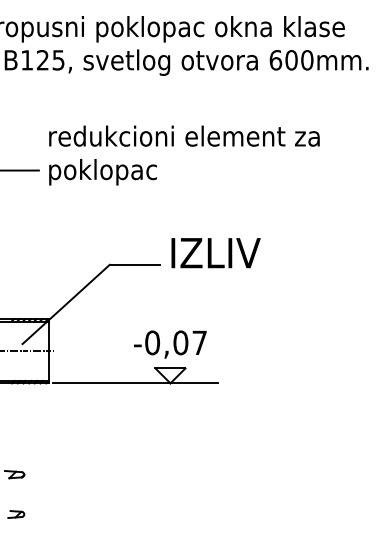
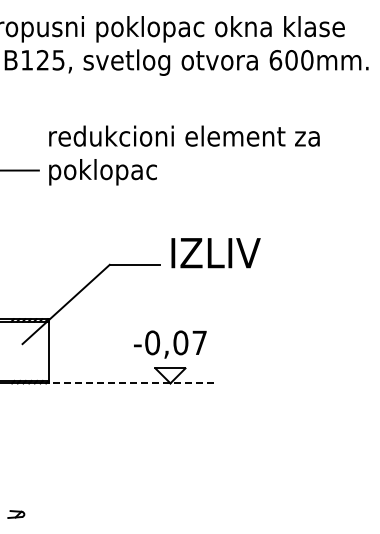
line at (28, 351): present -> none
line at (135, 383): solid -> dashed
part at (14, 474): present -> none
